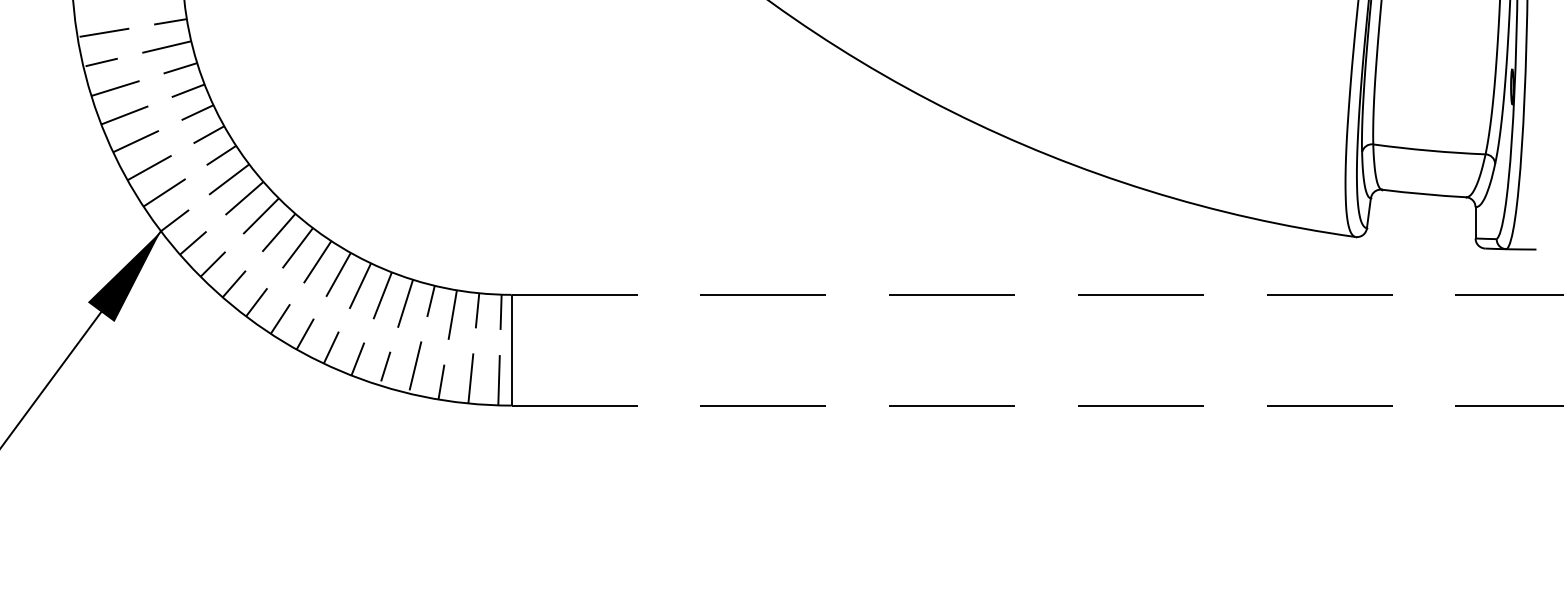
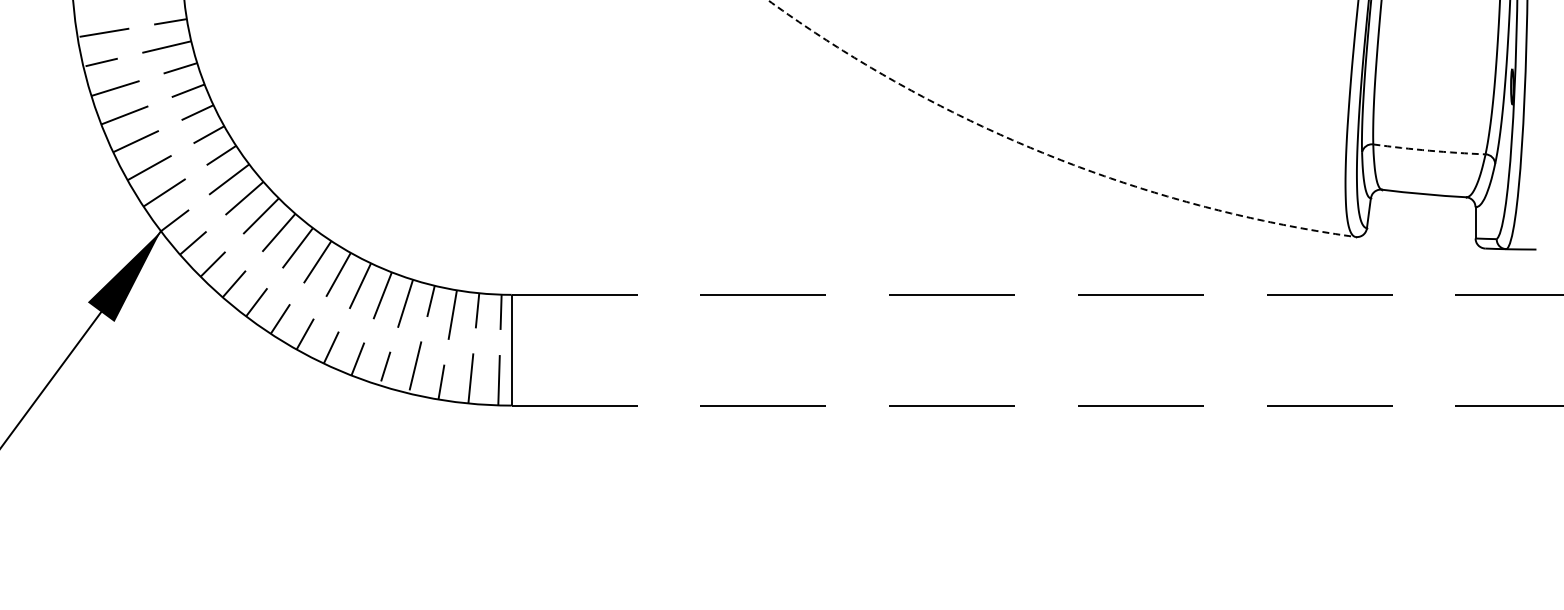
arc at (1429, 150): solid -> dashed
arc at (1047, 154): solid -> dashed
